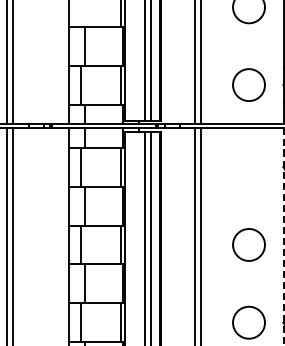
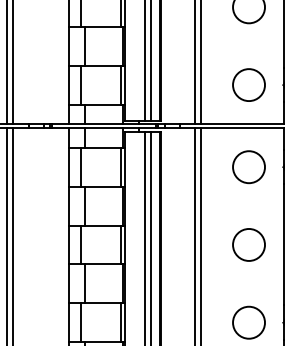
line at (81, 14): none -> present
circle at (248, 167): none -> present
line at (283, 237): dashed -> solid
